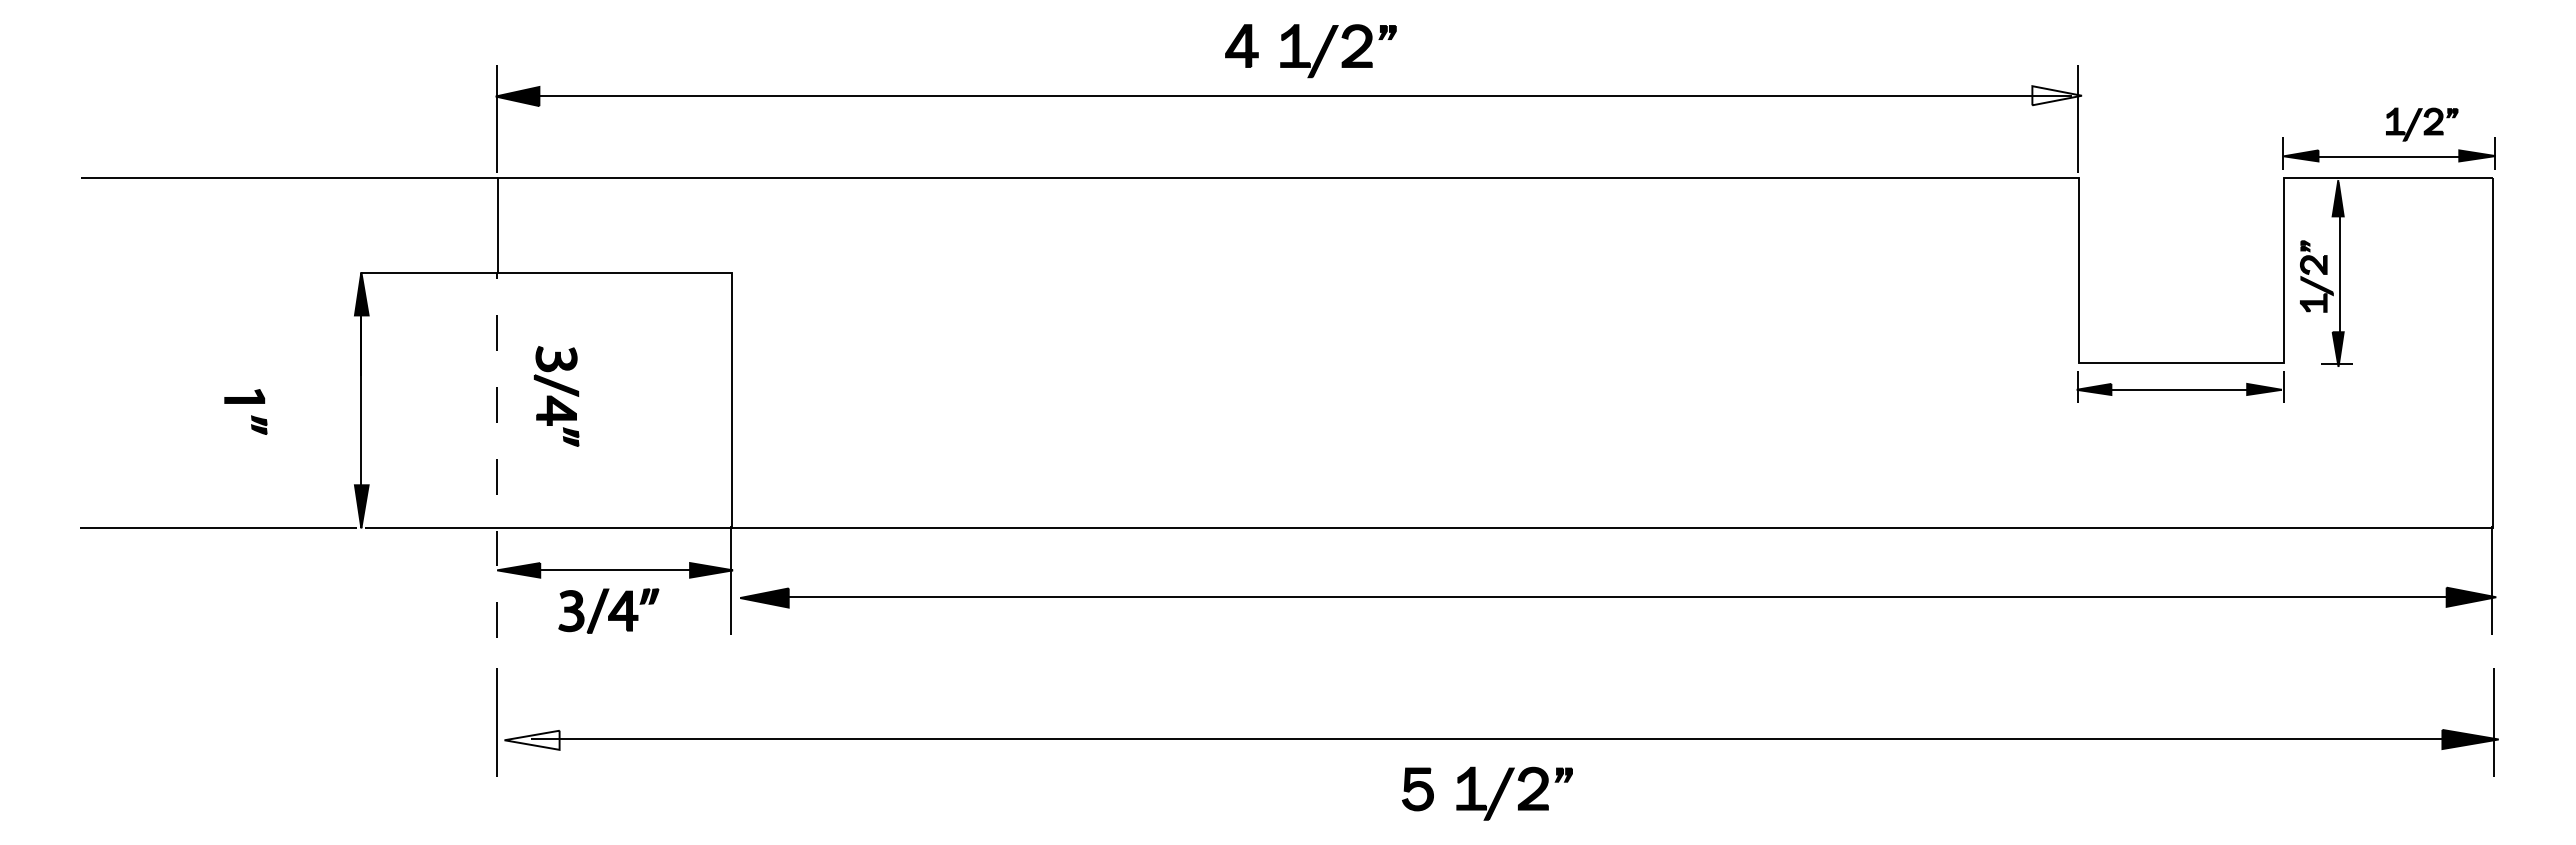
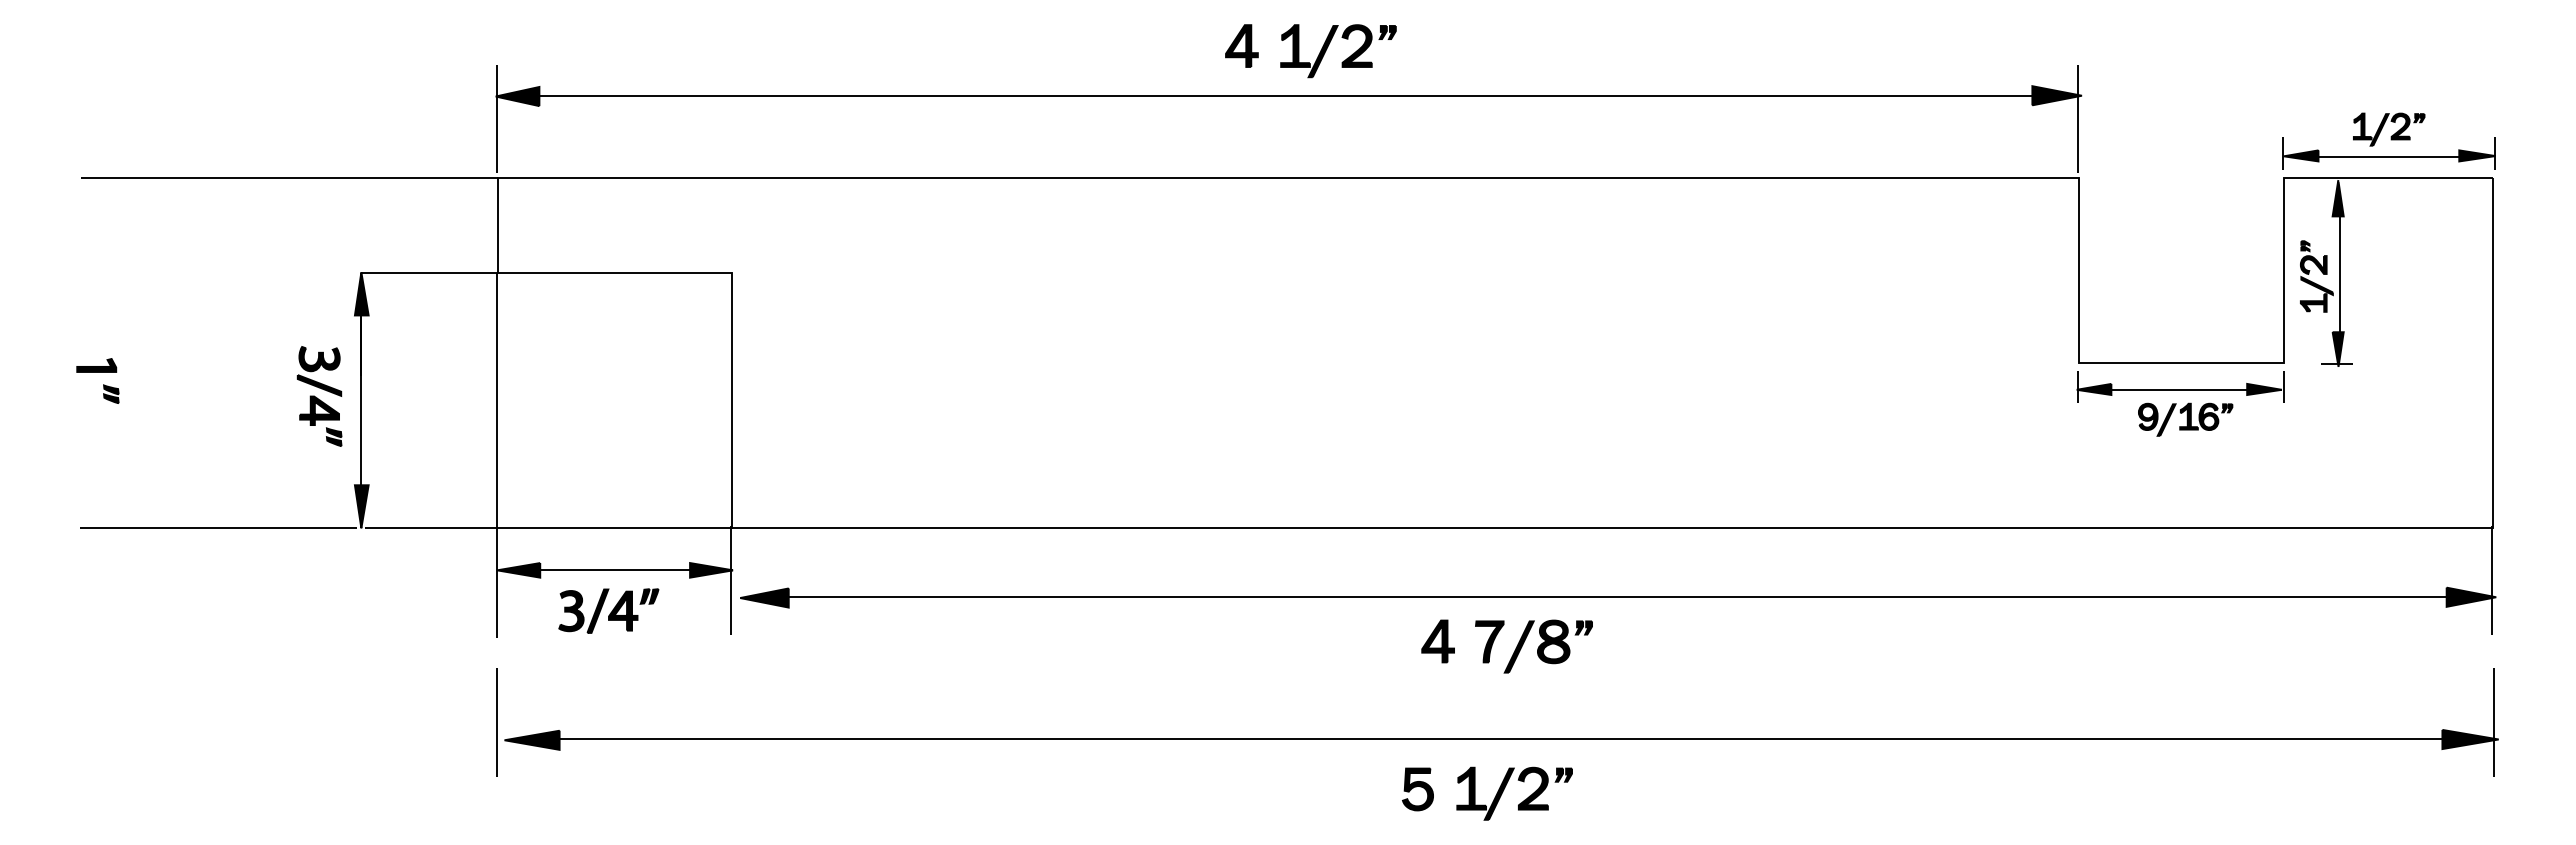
fill at (2056, 95): none -> present
part at (2416, 122) position: (2416, 122) -> (2383, 127)
part at (556, 396) position: (556, 396) -> (319, 396)
part at (251, 415) position: (251, 415) -> (103, 384)
part at (2185, 419): none -> present
line at (496, 455): dashed -> solid
part at (1514, 650): none -> present
fill at (531, 739): none -> present
